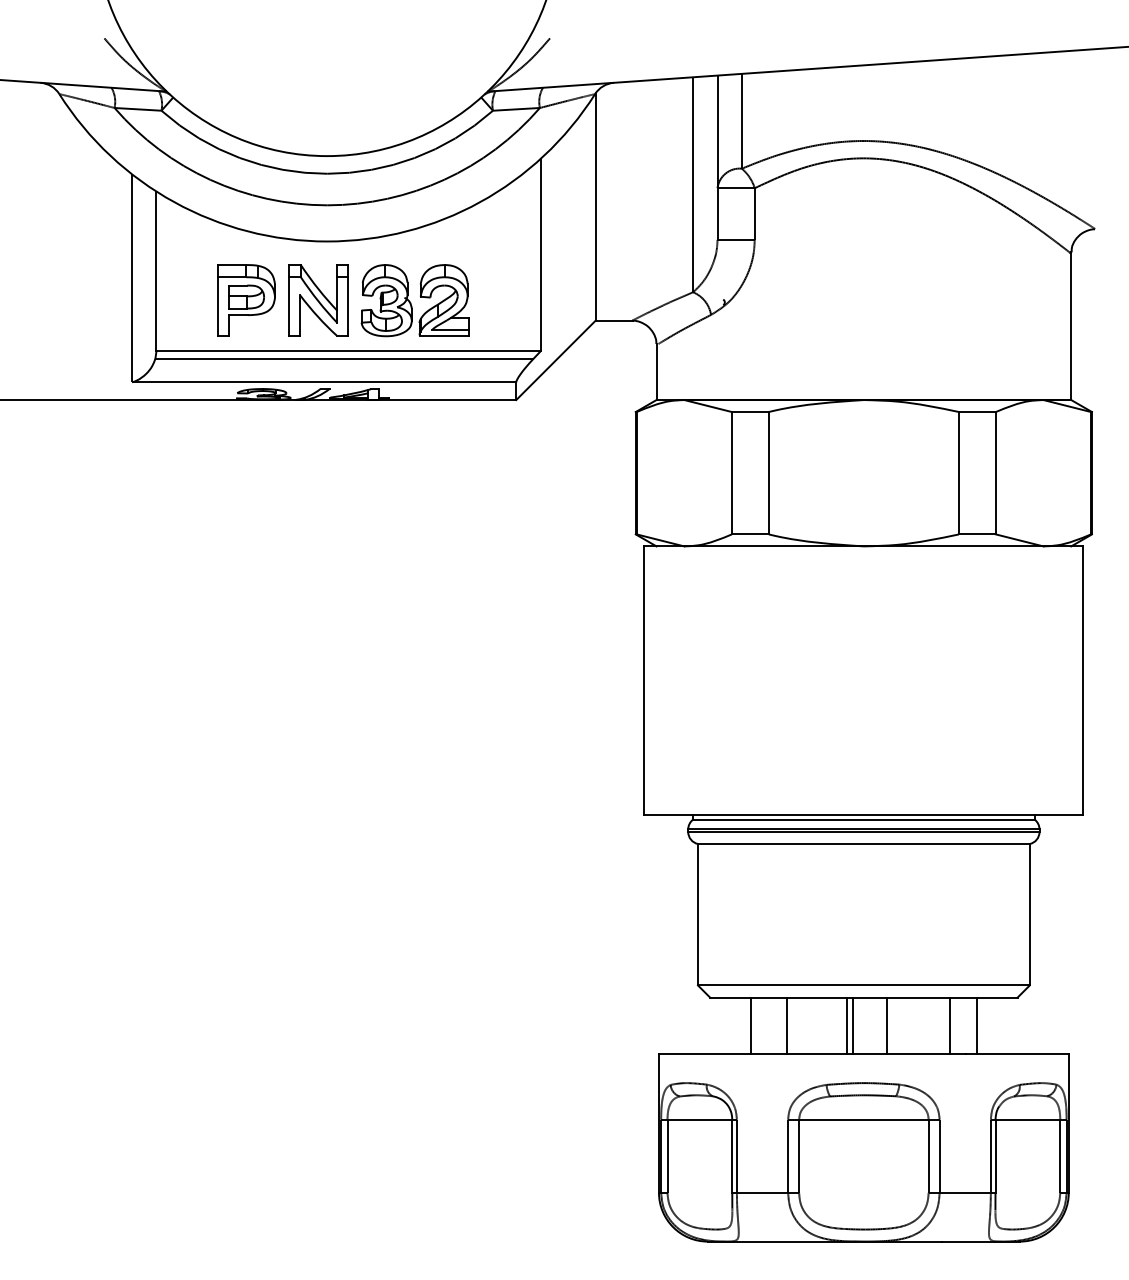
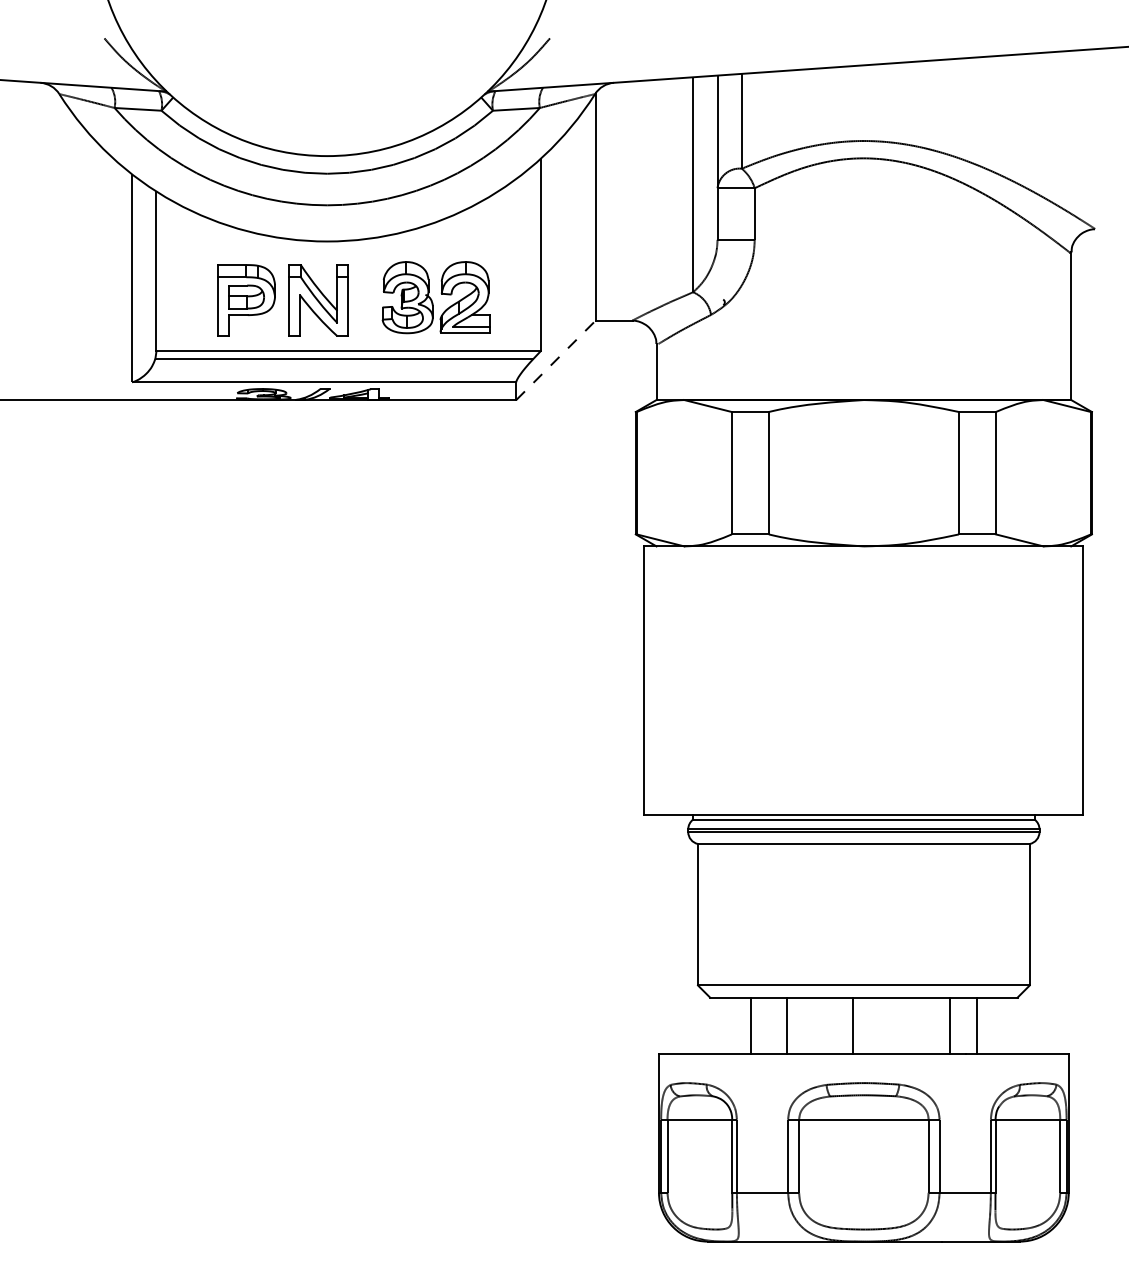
part at (414, 300) position: (414, 300) -> (435, 297)
line at (556, 360): solid -> dashed
line at (846, 1025): present -> none
line at (887, 1025): present -> none
